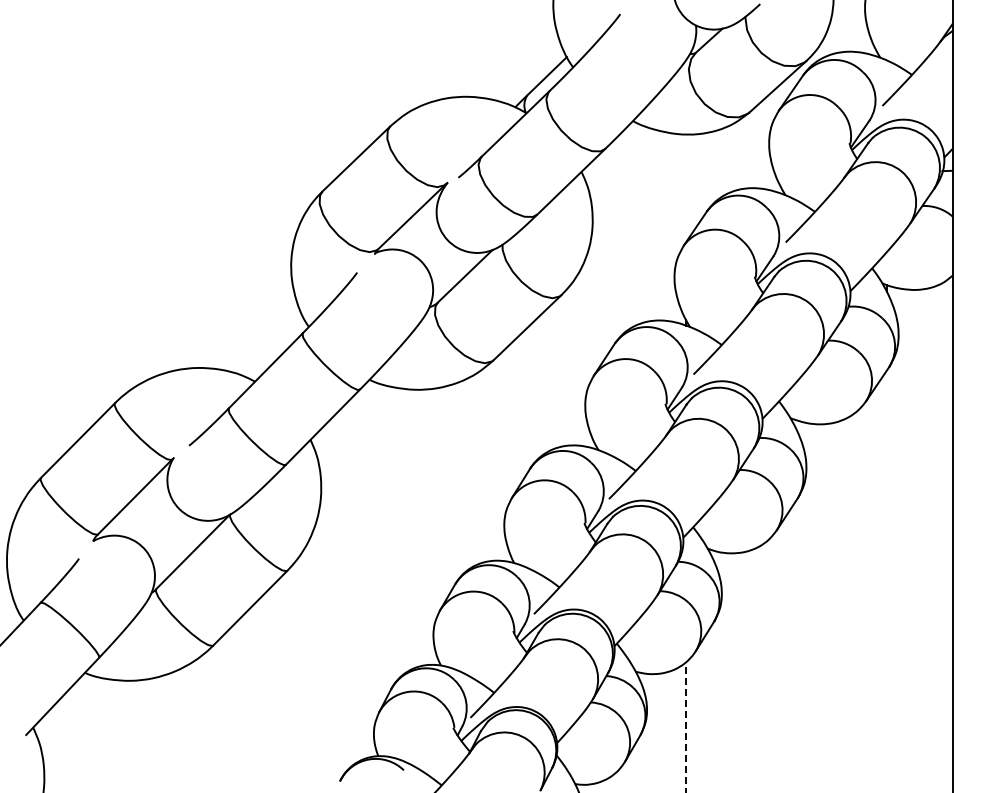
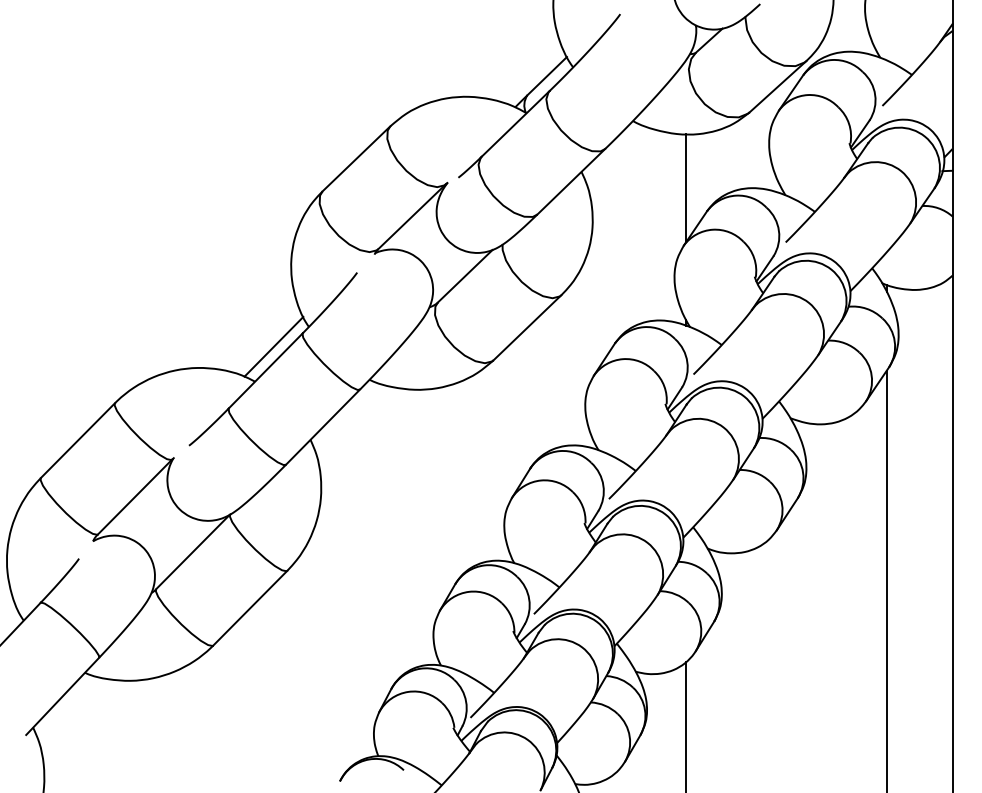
line at (685, 188): none -> present
line at (273, 346): none -> present
line at (886, 579): none -> present
line at (685, 727): dashed -> solid
